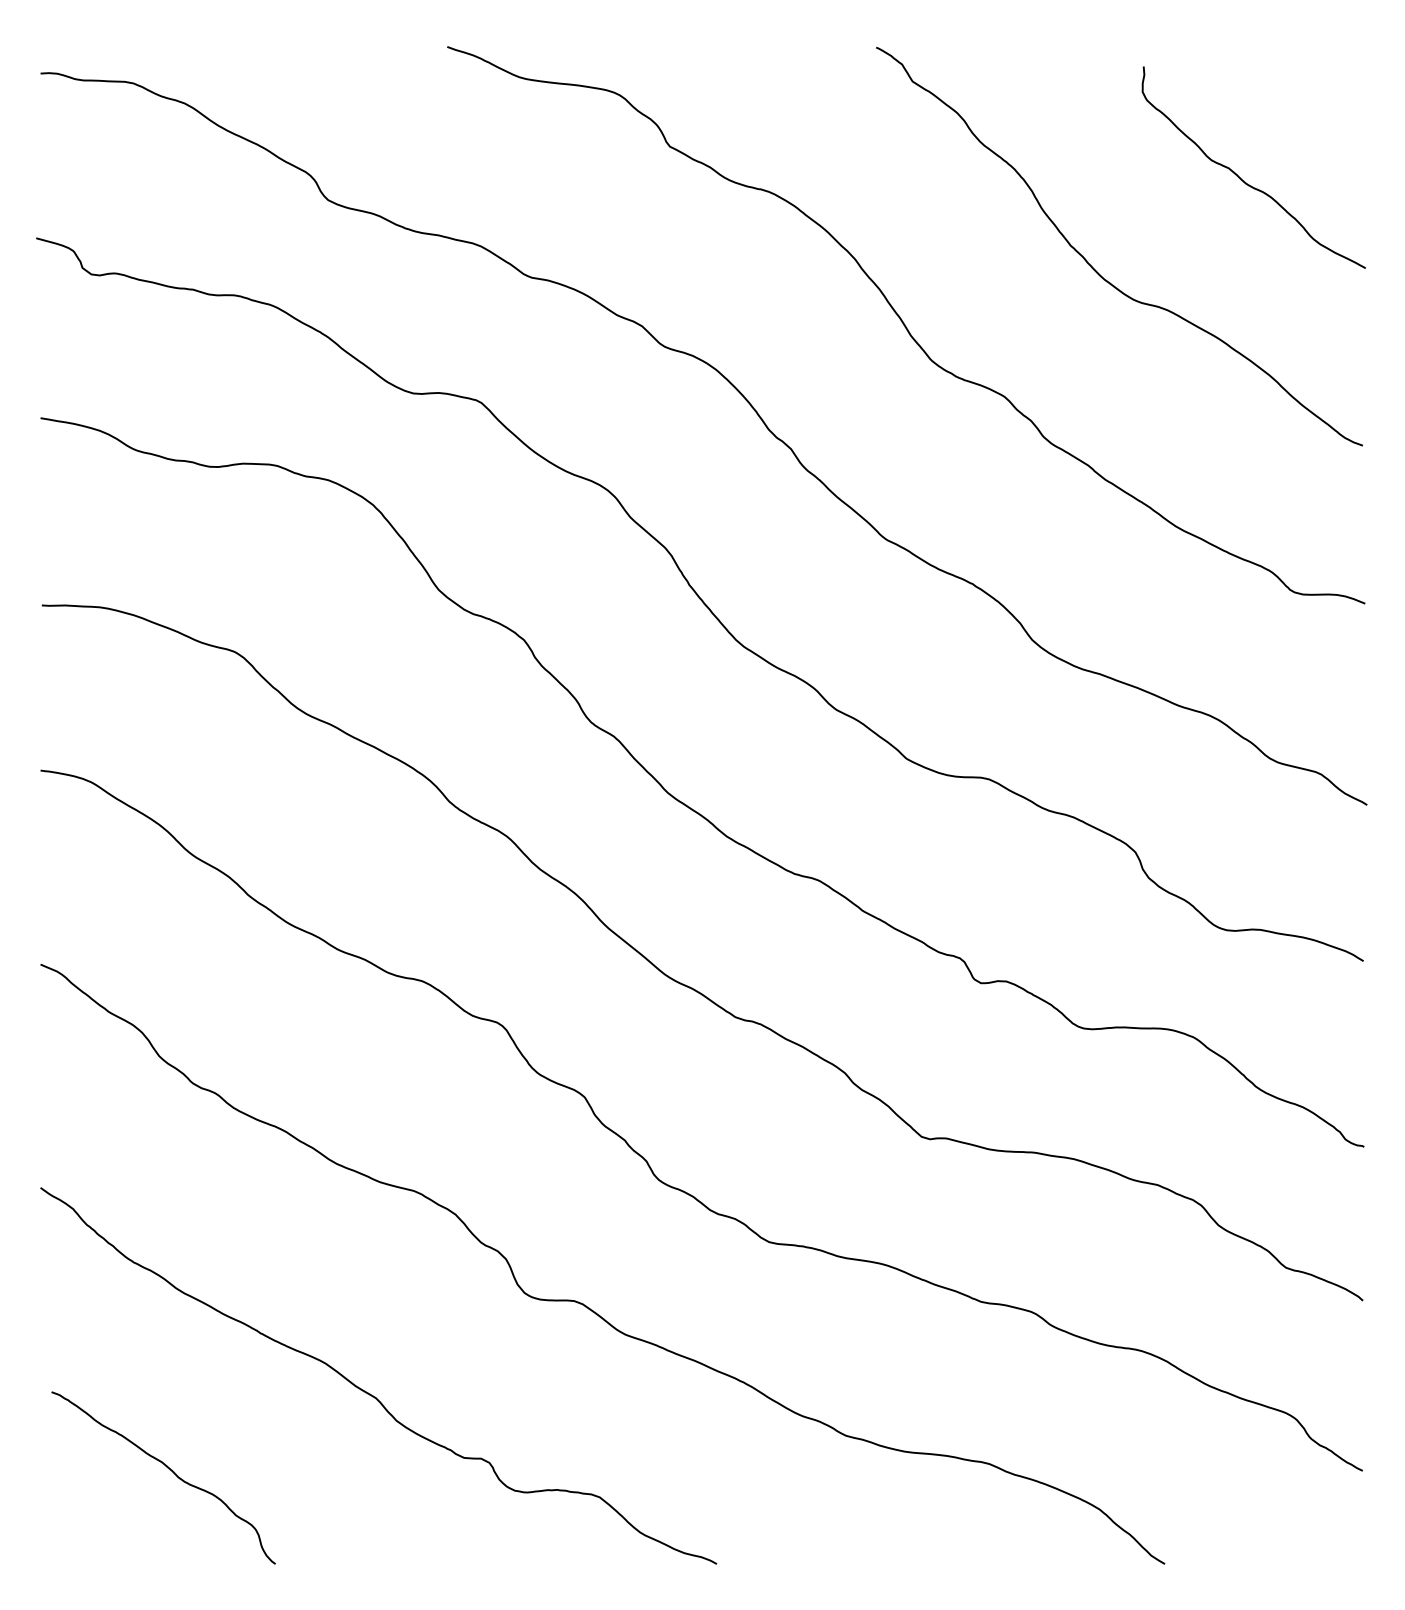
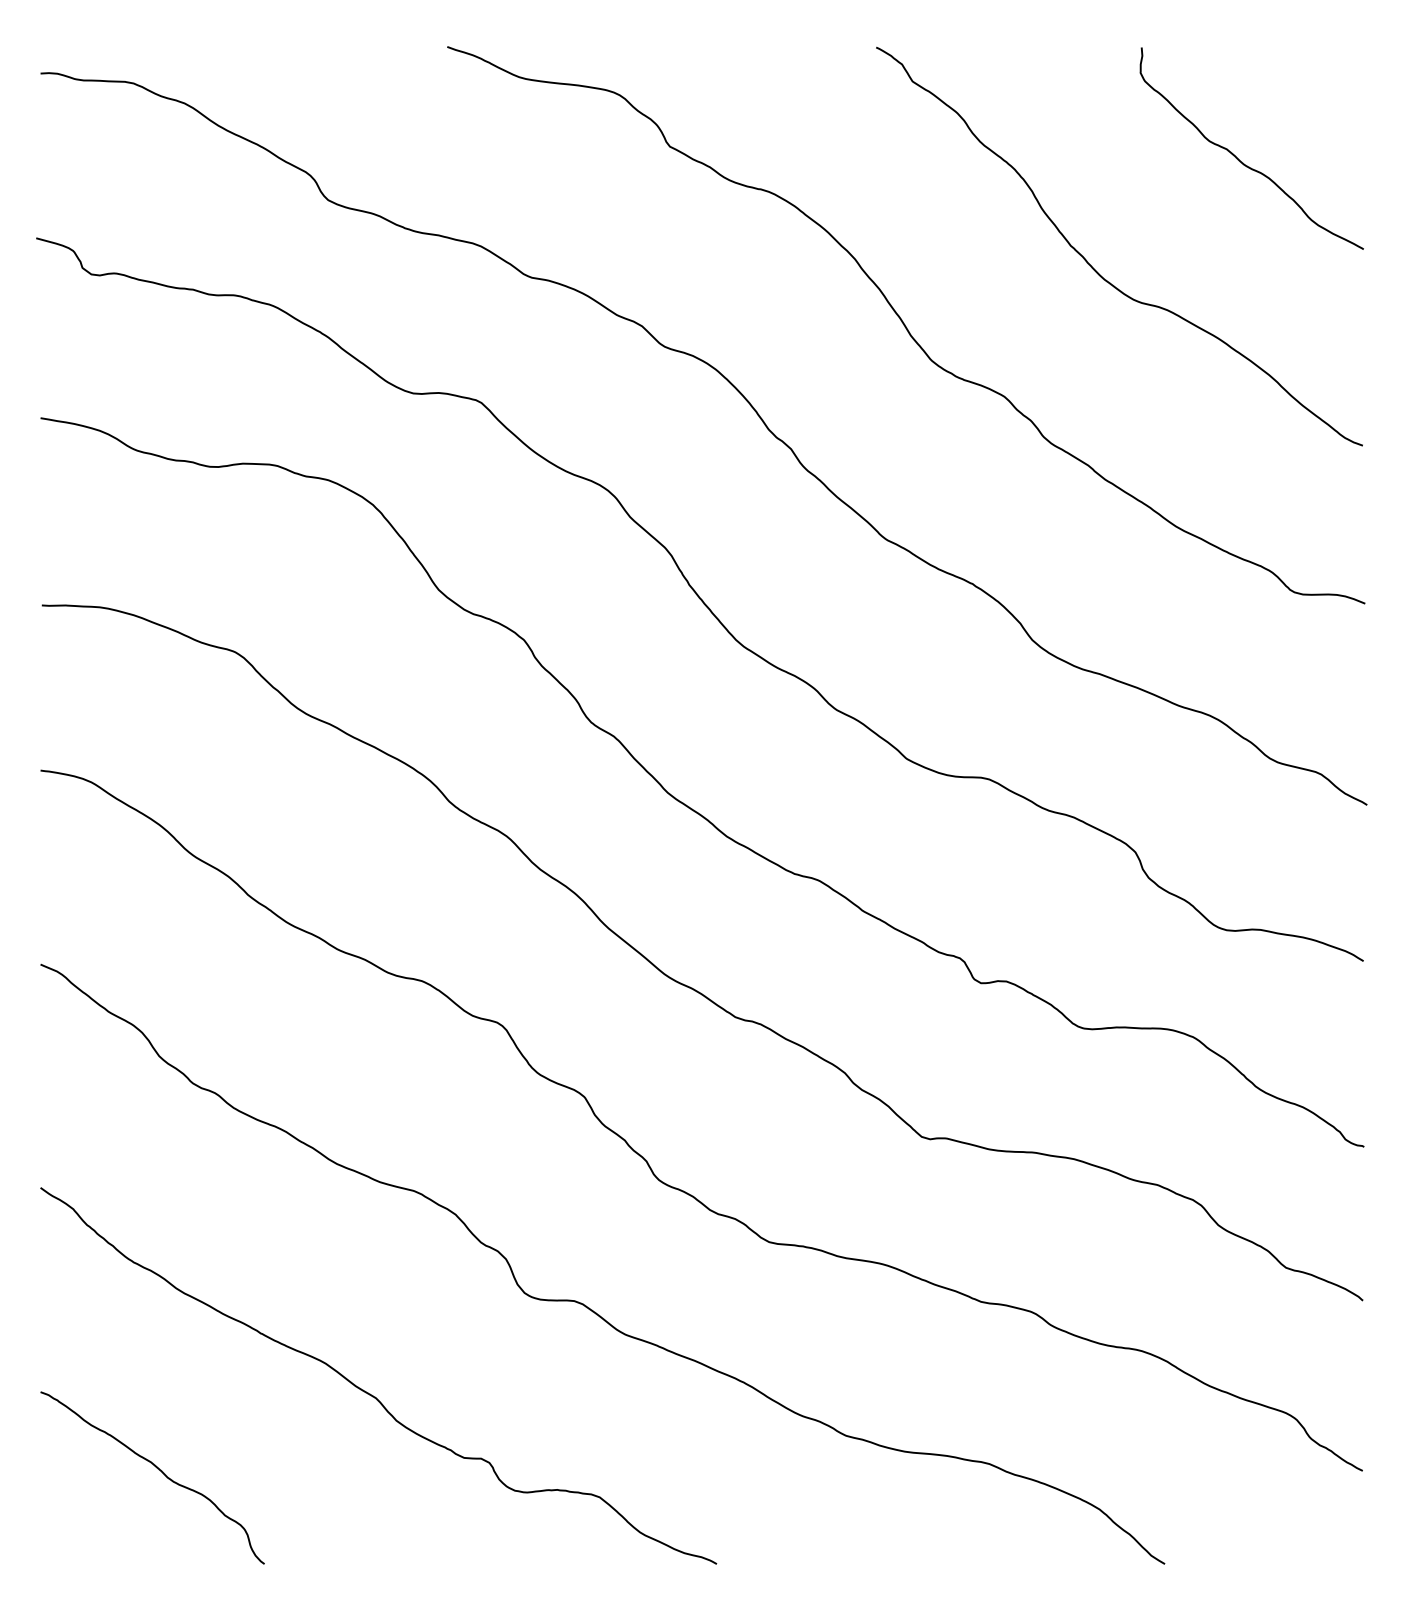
curve at (1245, 181) position: (1245, 181) -> (1243, 162)
curve at (168, 1469) position: (168, 1469) -> (157, 1469)
